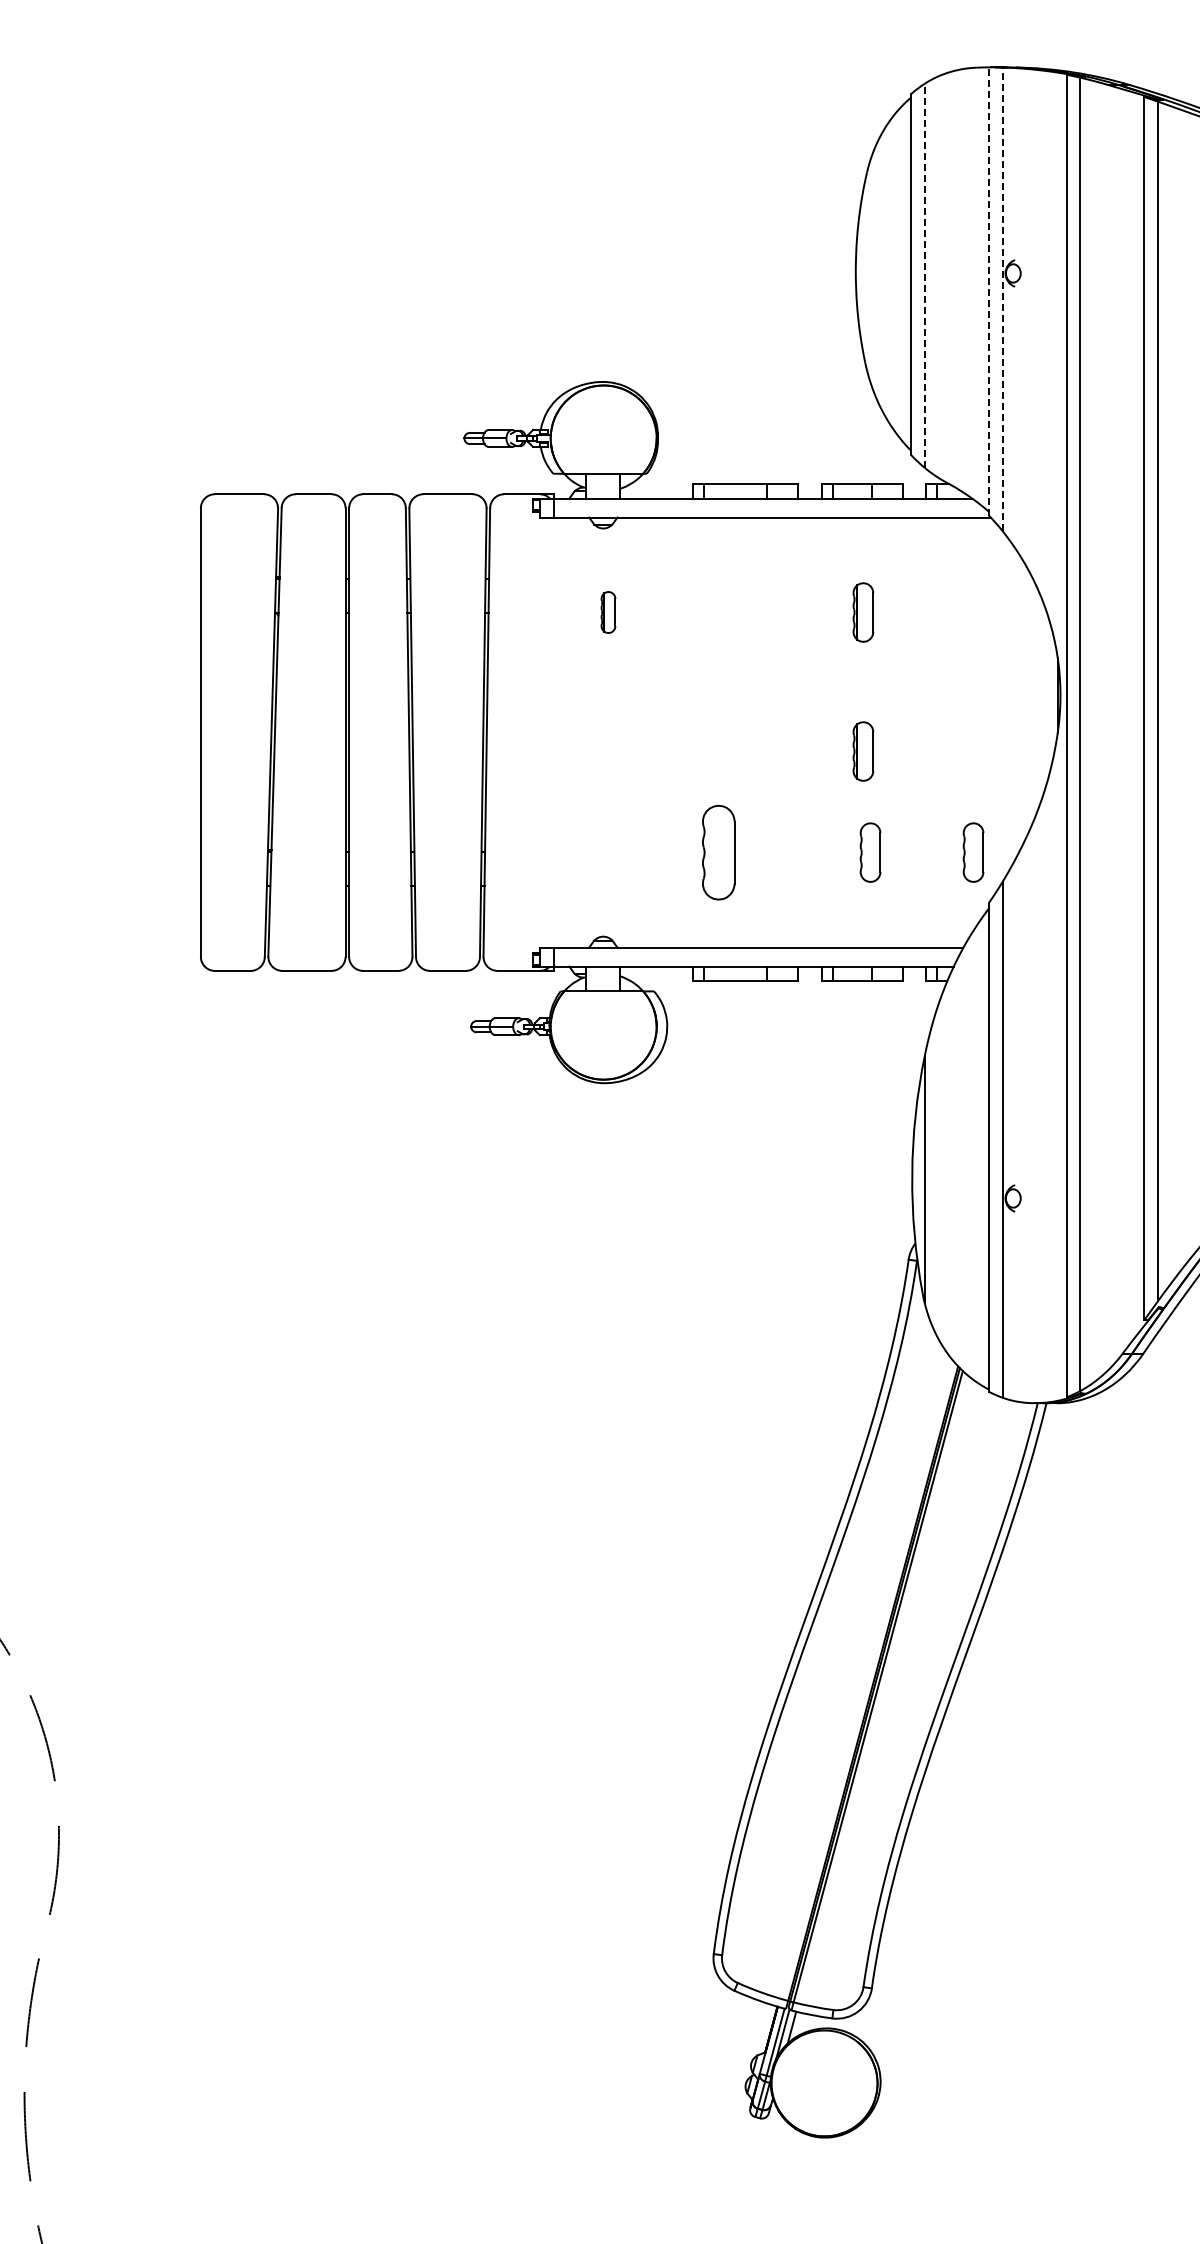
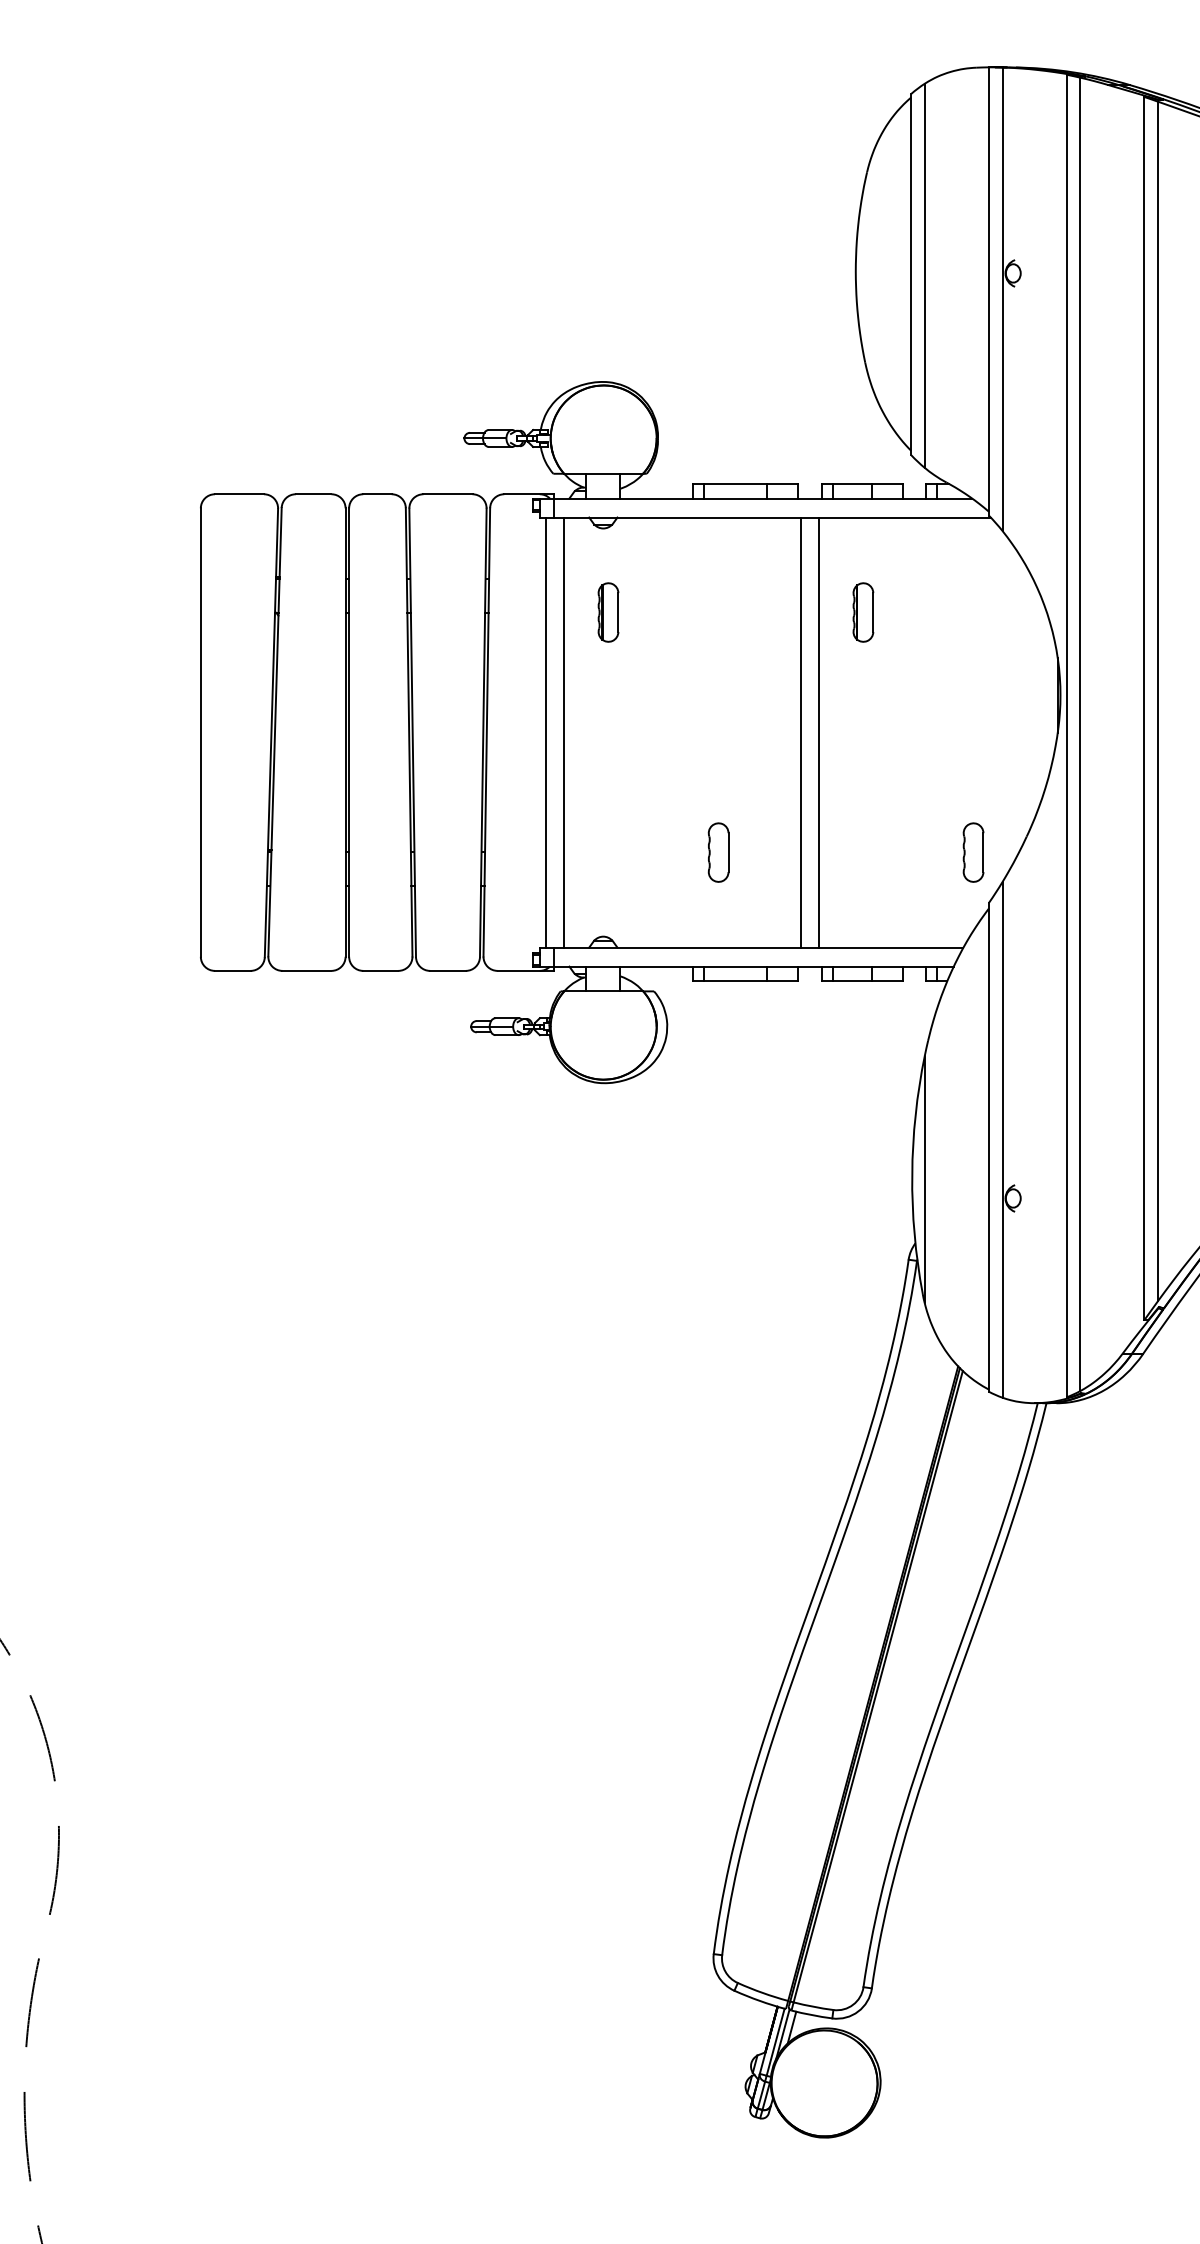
line at (924, 275): dashed -> solid
line at (988, 290): dashed -> solid
line at (1002, 299): dashed -> solid
part at (608, 612) size: 17x43 px -> 23x61 px
line at (546, 732): none -> present
line at (563, 732): none -> present
line at (800, 732): none -> present
line at (818, 732): none -> present
part at (863, 751): present -> none
part at (718, 852) size: 34x97 px -> 23x61 px
part at (870, 852): present -> none
